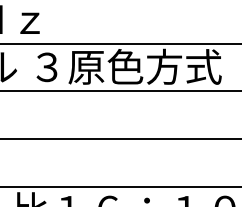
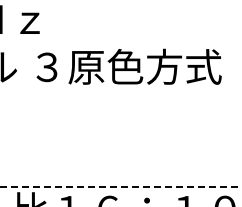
line at (120, 43): present -> none
line at (120, 91): present -> none
line at (120, 138): present -> none
line at (120, 186): solid -> dashed
